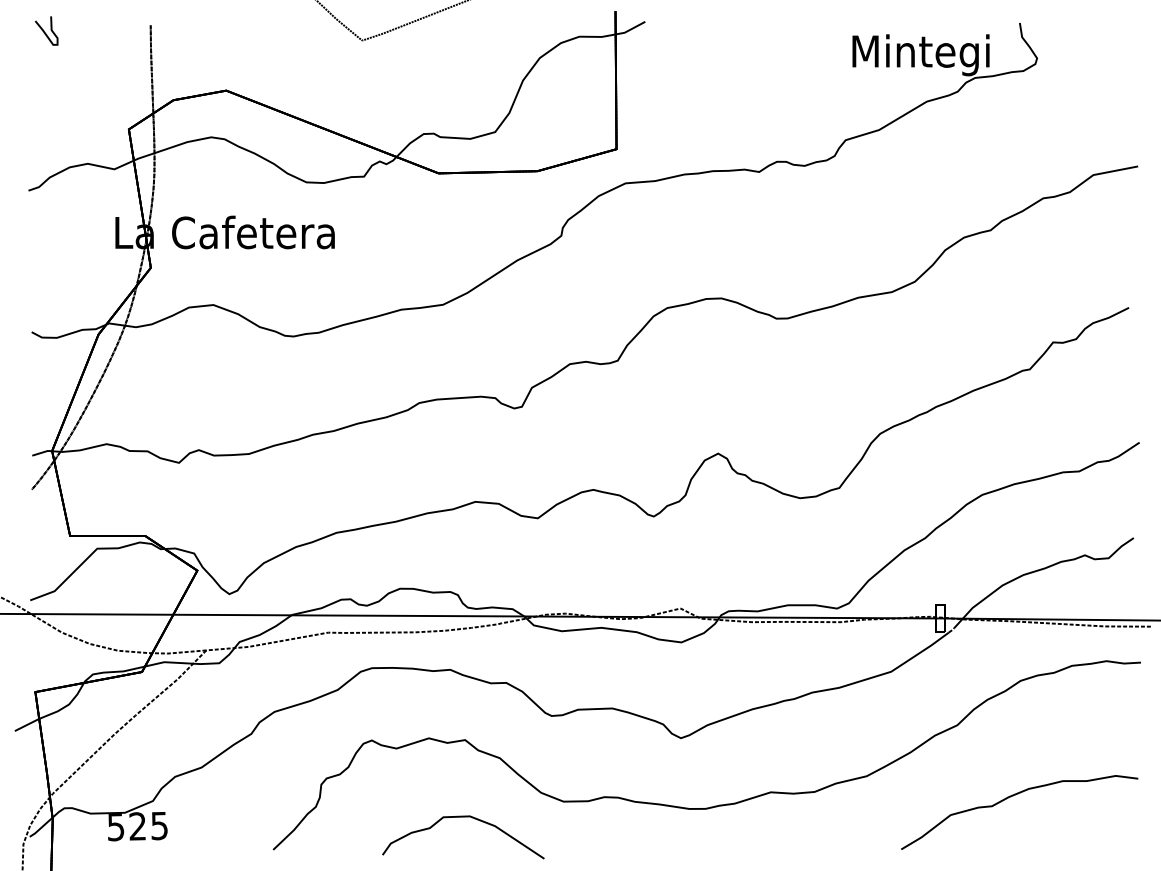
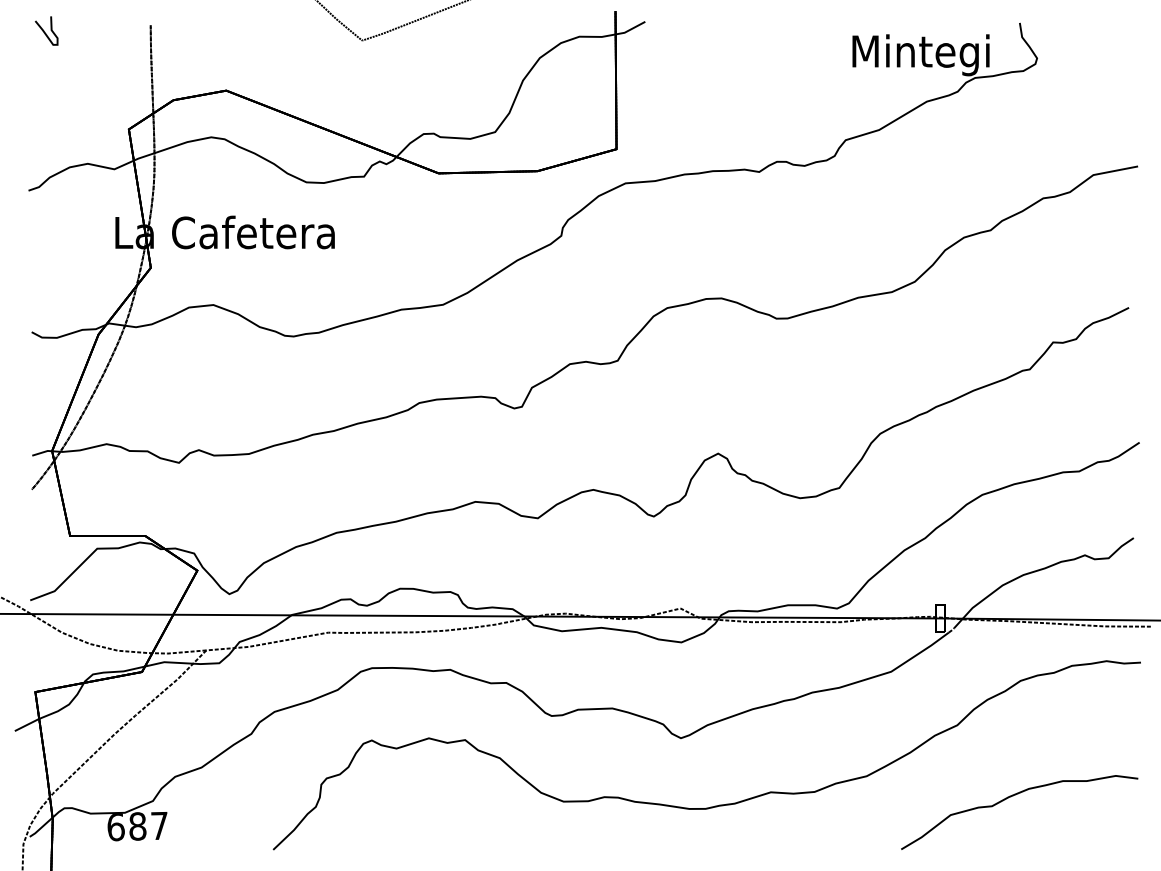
curve at (463, 817): present -> none
text at (137, 826): 525 -> 687
